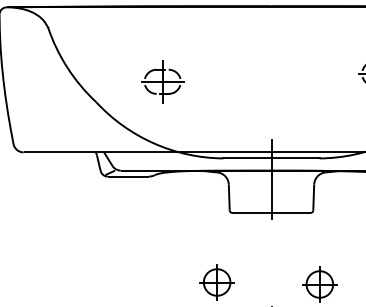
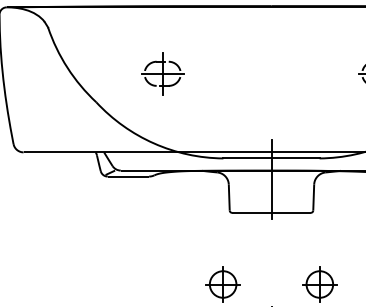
part at (162, 81) position: (162, 81) -> (162, 73)
part at (216, 282) position: (216, 282) -> (222, 284)
